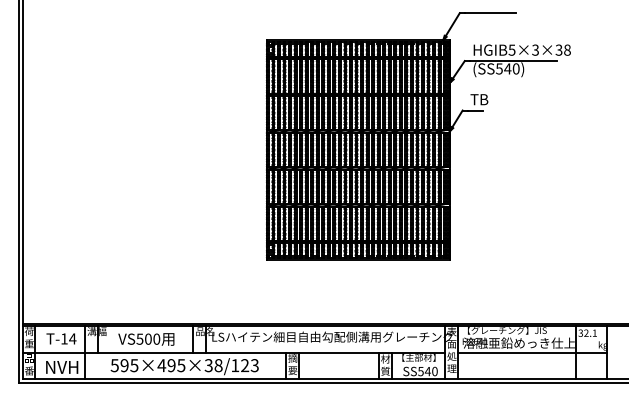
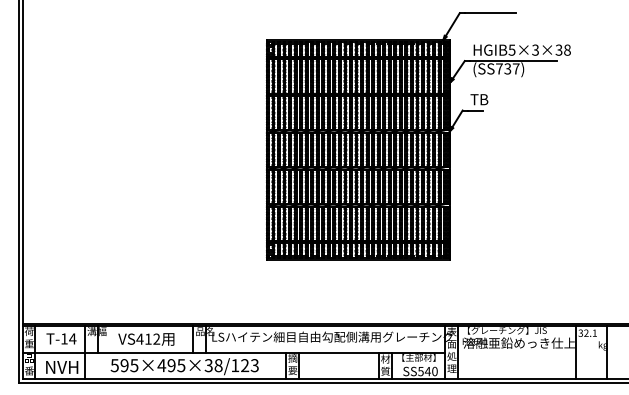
text at (507, 68): (SS540) -> (SS737)
text at (148, 338): VS500 -> VS412
line at (532, 352): present -> none
